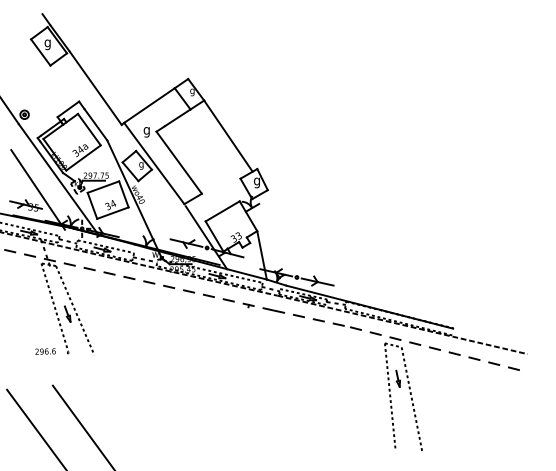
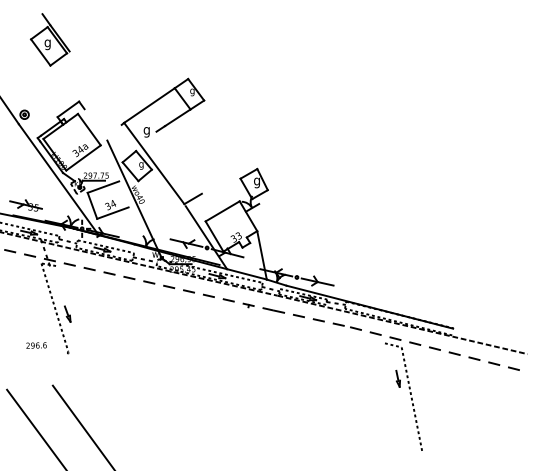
line at (95, 87): present -> none
line at (95, 124): present -> none
line at (228, 135): present -> none
line at (178, 162): present -> none
line at (36, 187): present -> none
line at (123, 194): present -> none
line at (75, 310): present -> none
text at (45, 351) position: (45, 351) -> (36, 345)
line at (389, 395): present -> none
